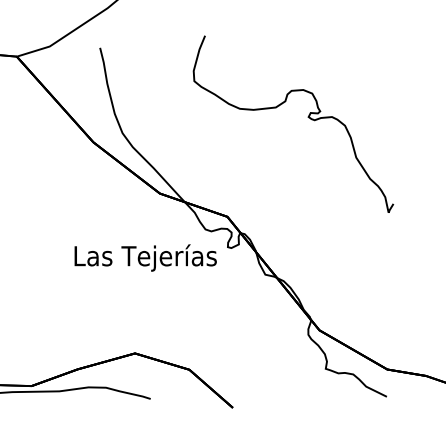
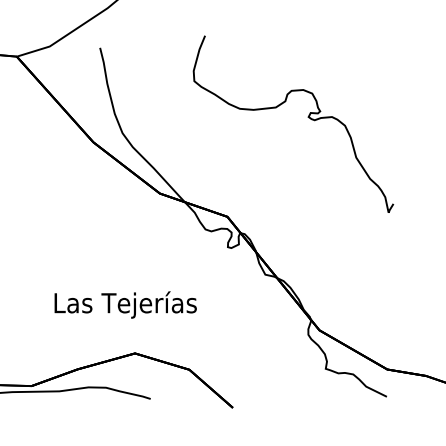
text at (145, 257) position: (145, 257) -> (125, 304)
